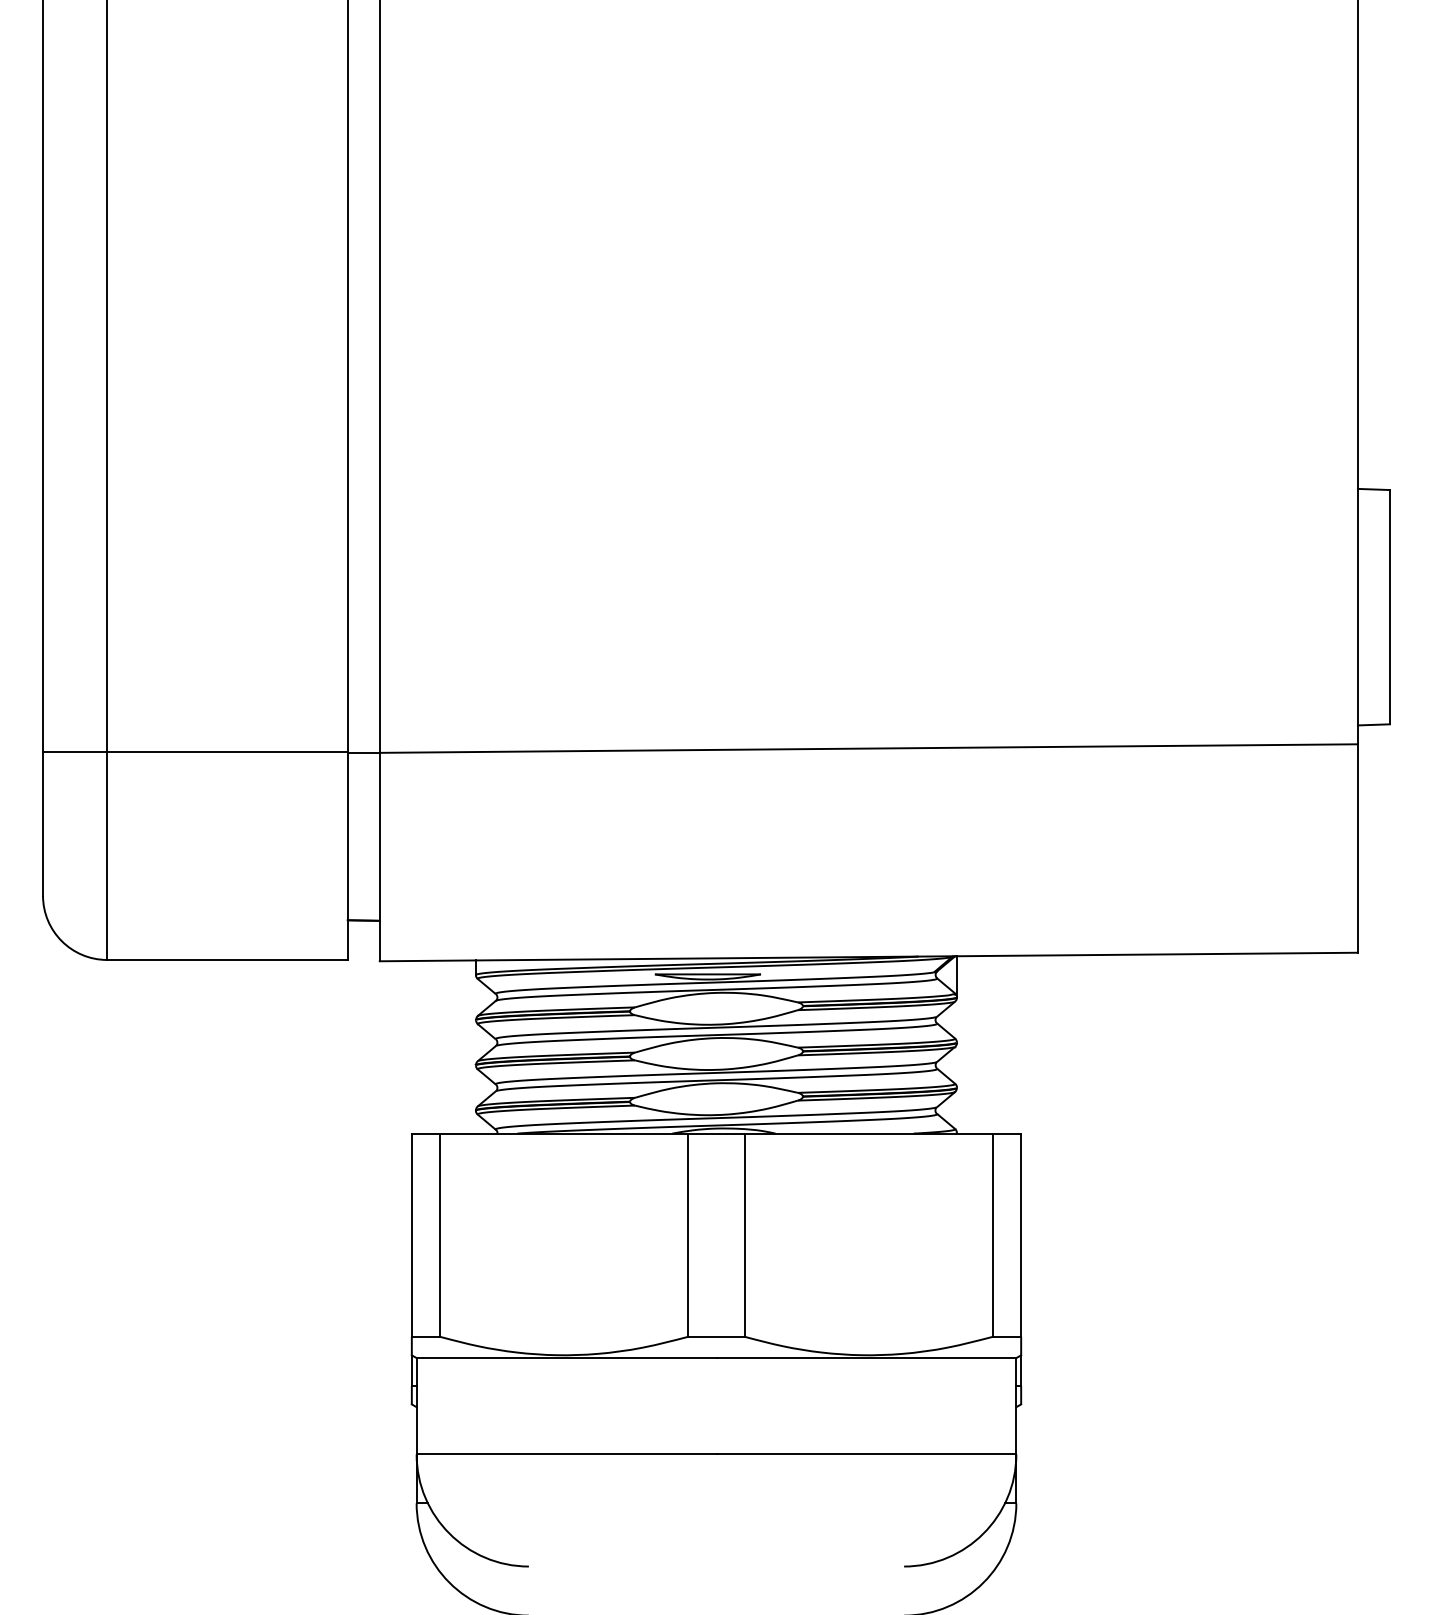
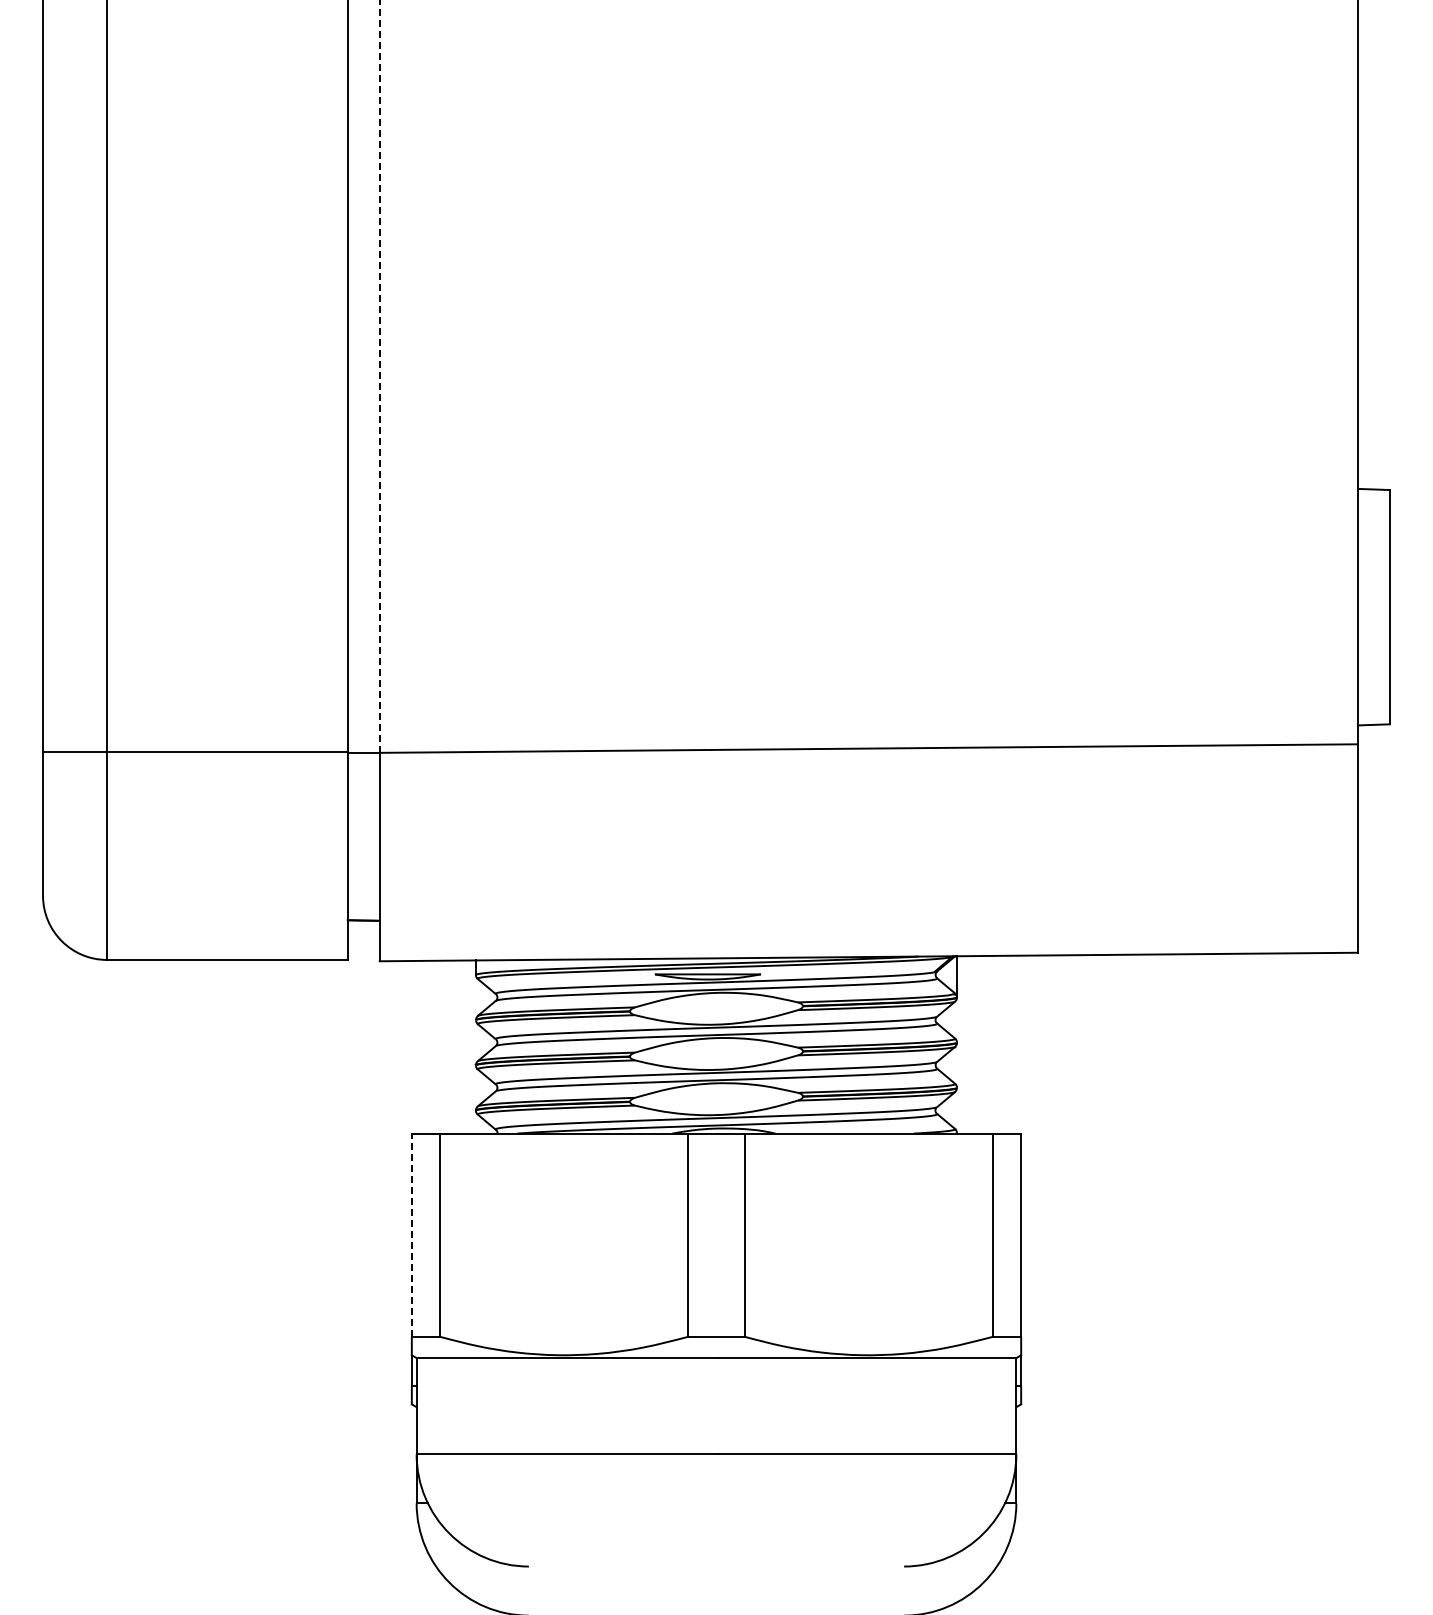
line at (379, 376): solid -> dashed
line at (411, 1235): solid -> dashed
